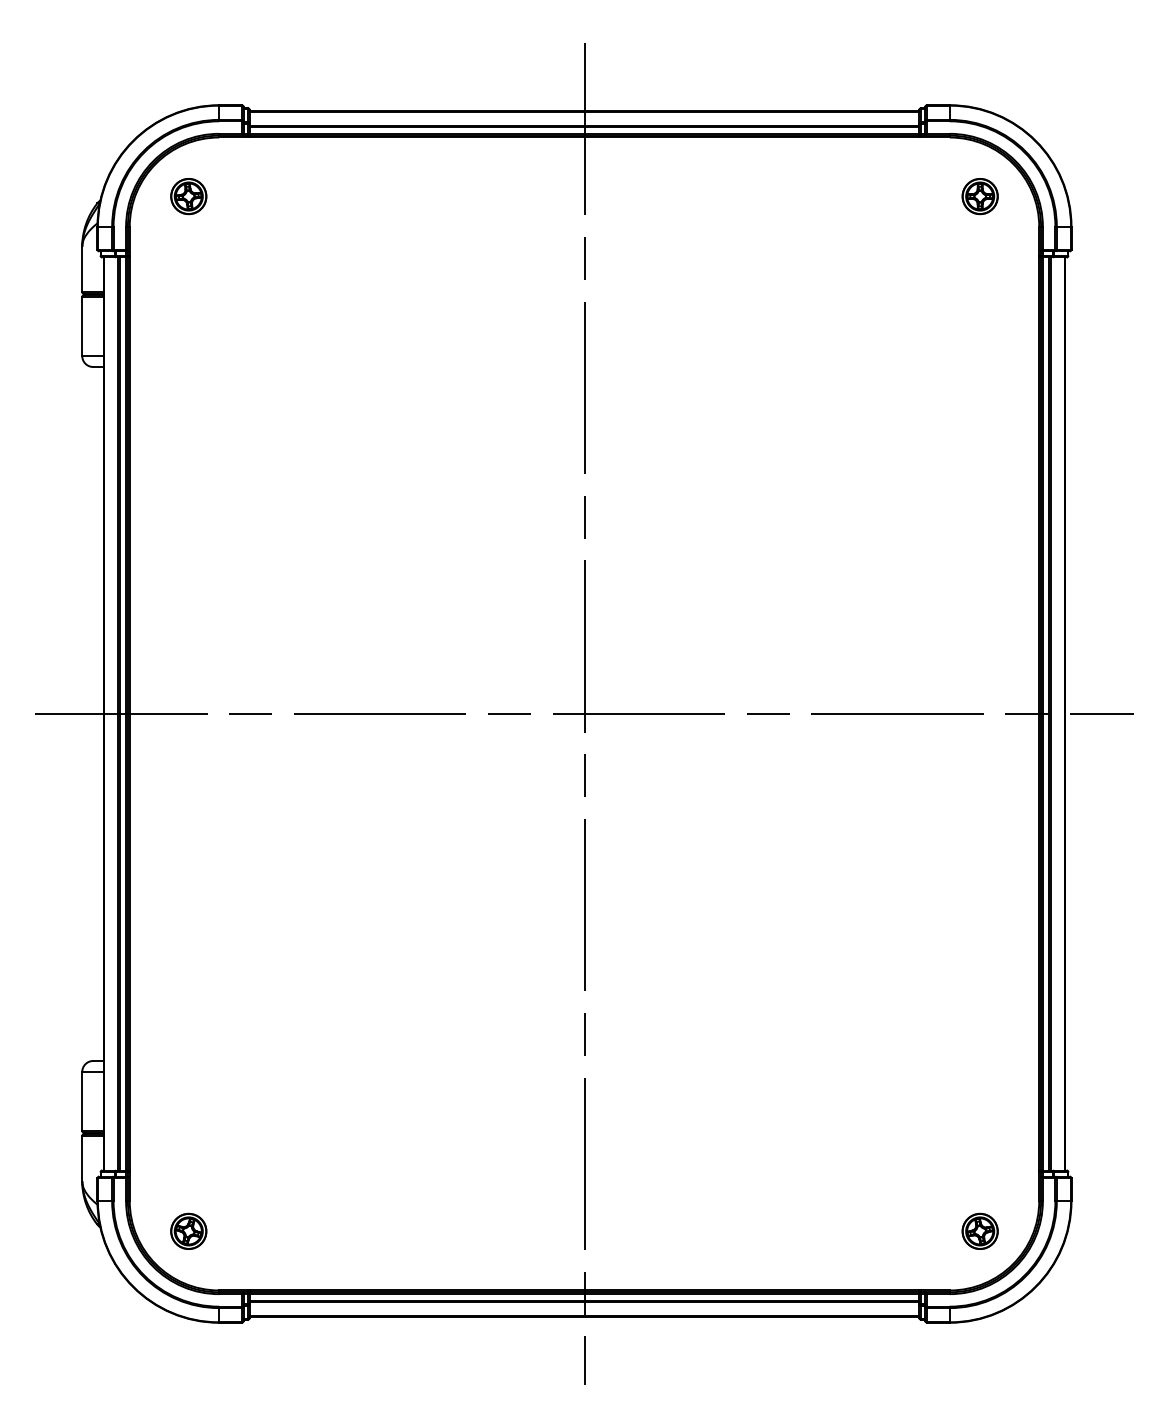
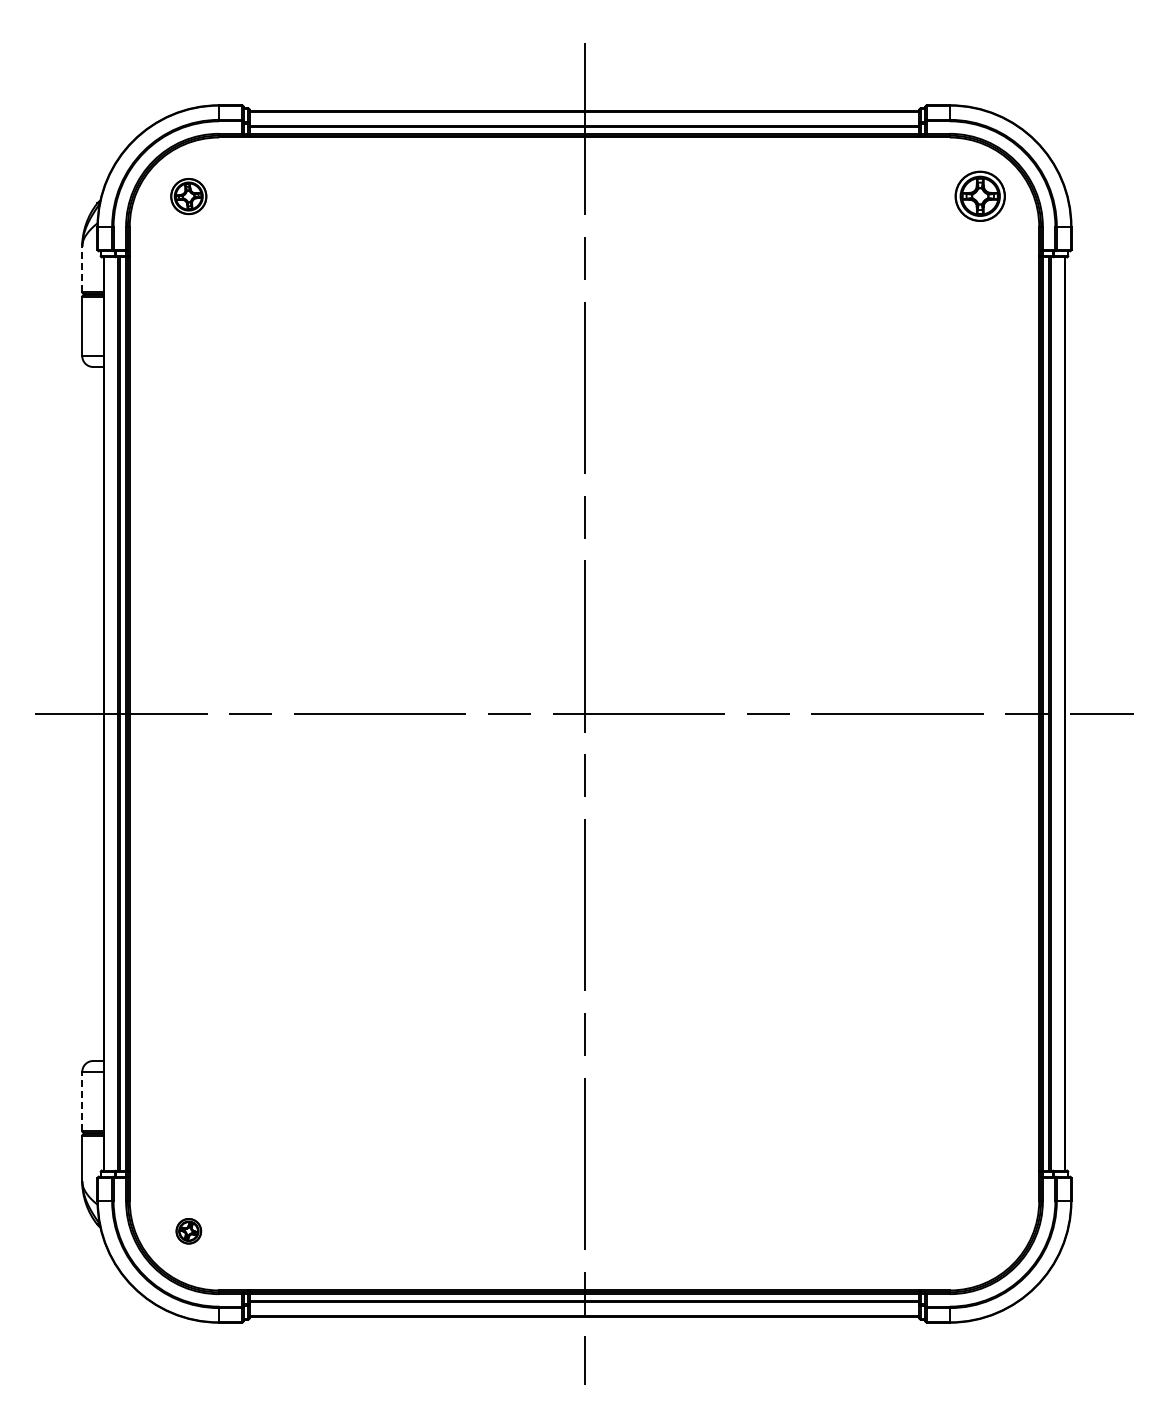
part at (979, 196) size: 38x38 px -> 52x52 px
line at (82, 269): solid -> dashed
line at (82, 1101): solid -> dashed
part at (188, 1230) size: 38x38 px -> 28x27 px
part at (979, 1230): present -> none
